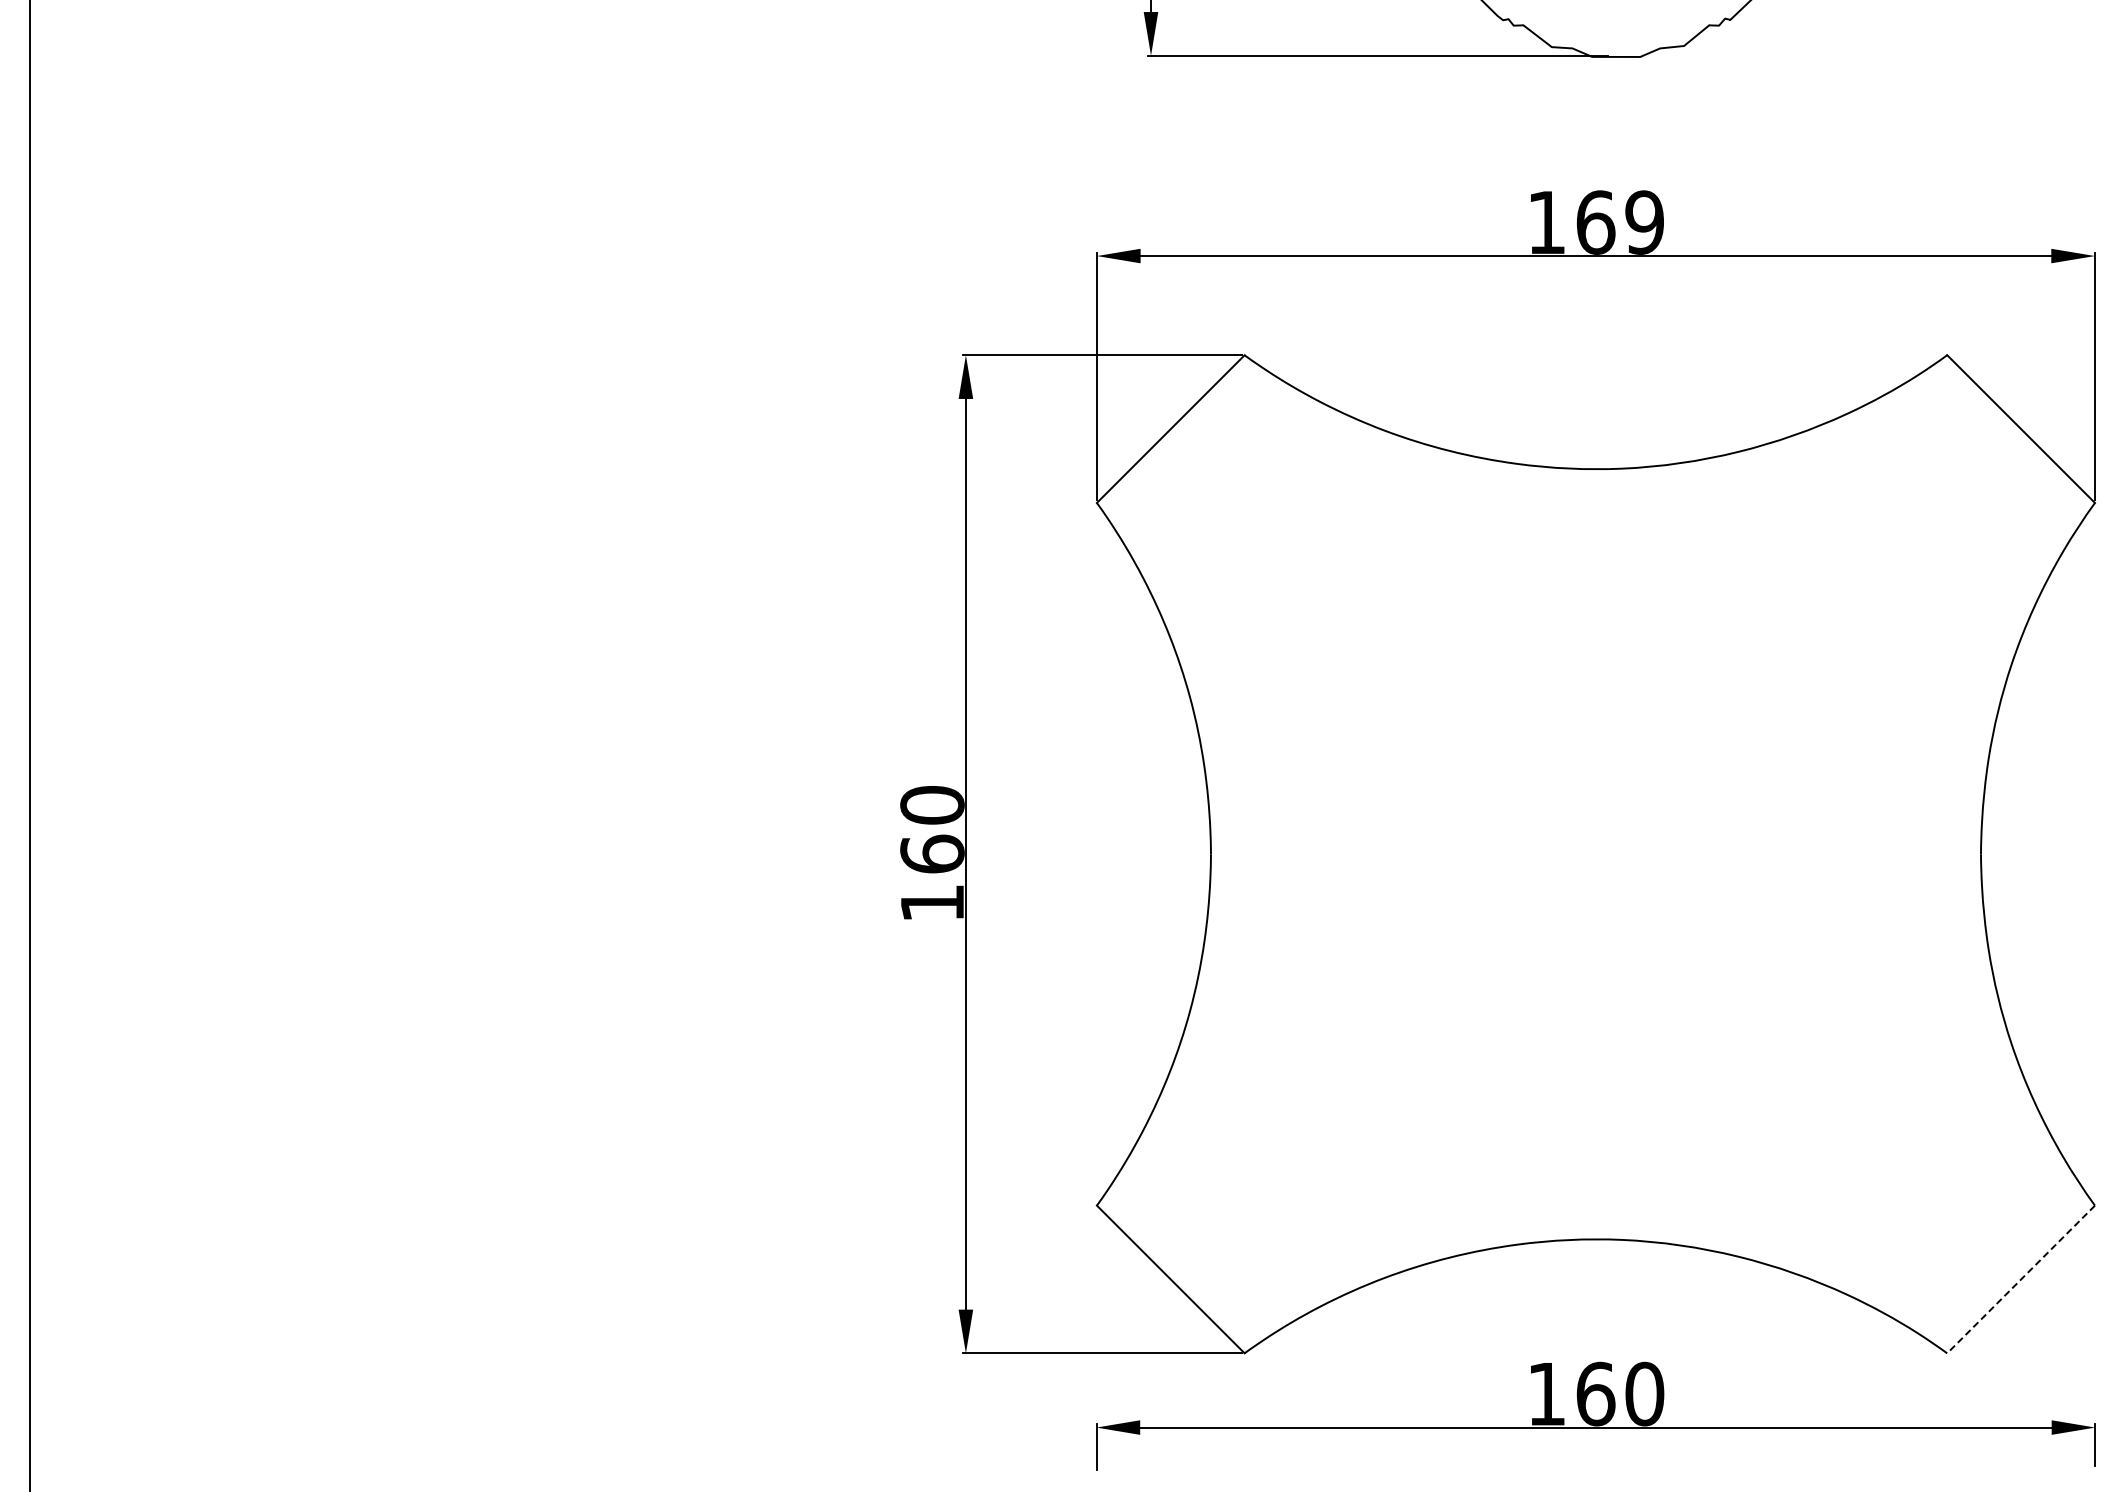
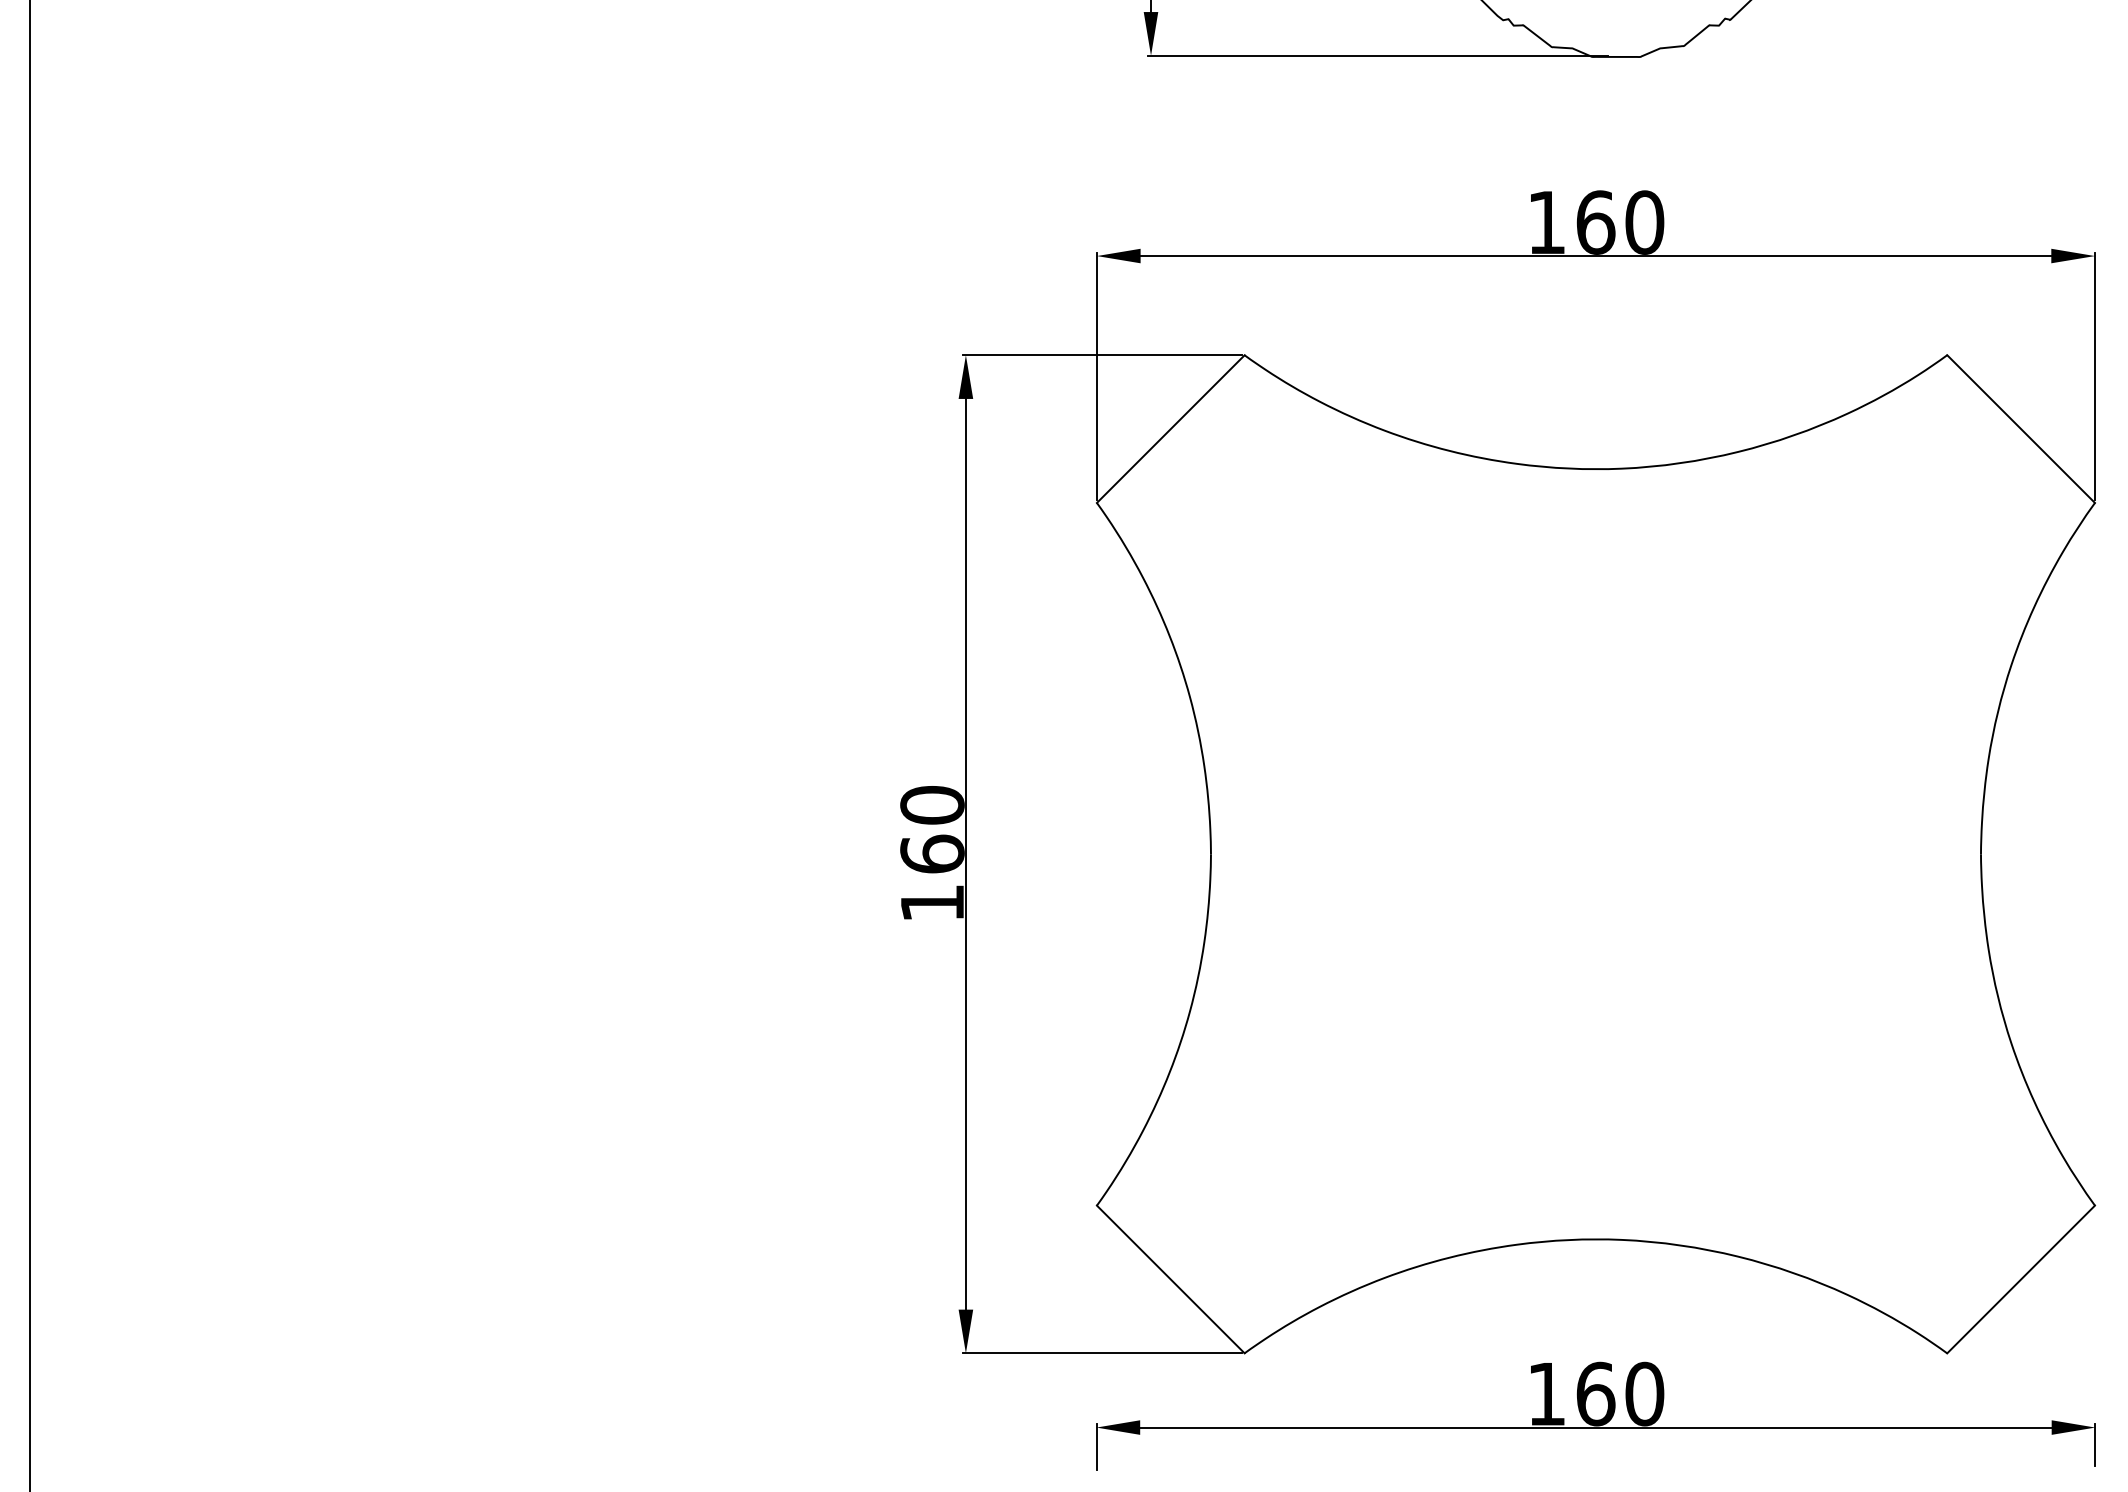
text at (1644, 222): 169 -> 160
line at (2020, 1279): dashed -> solid
